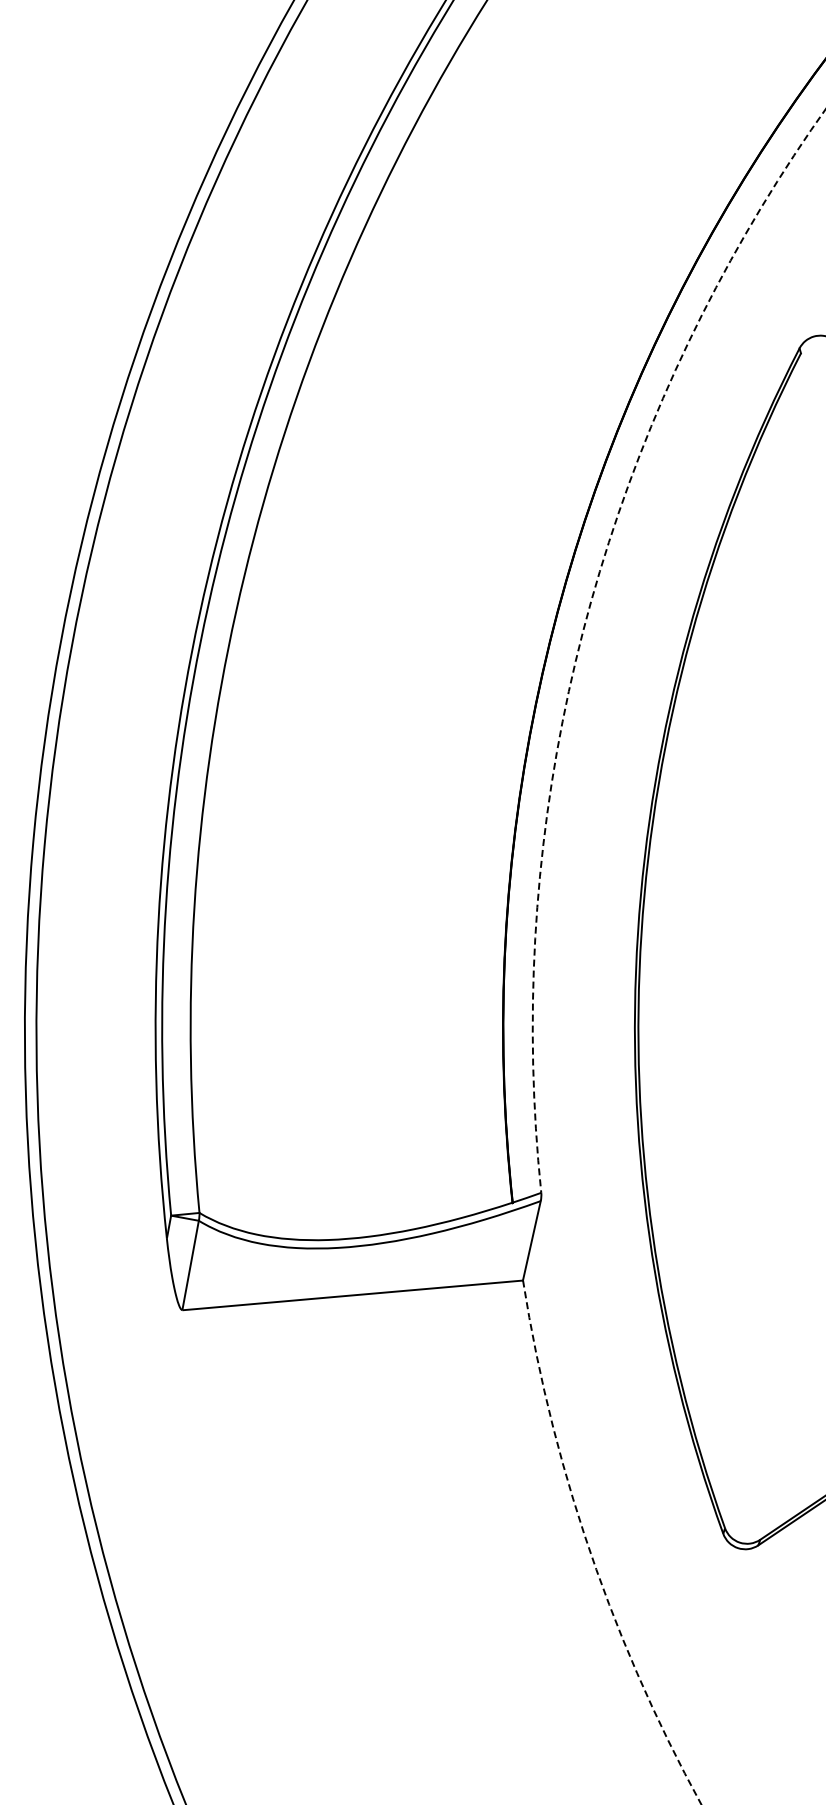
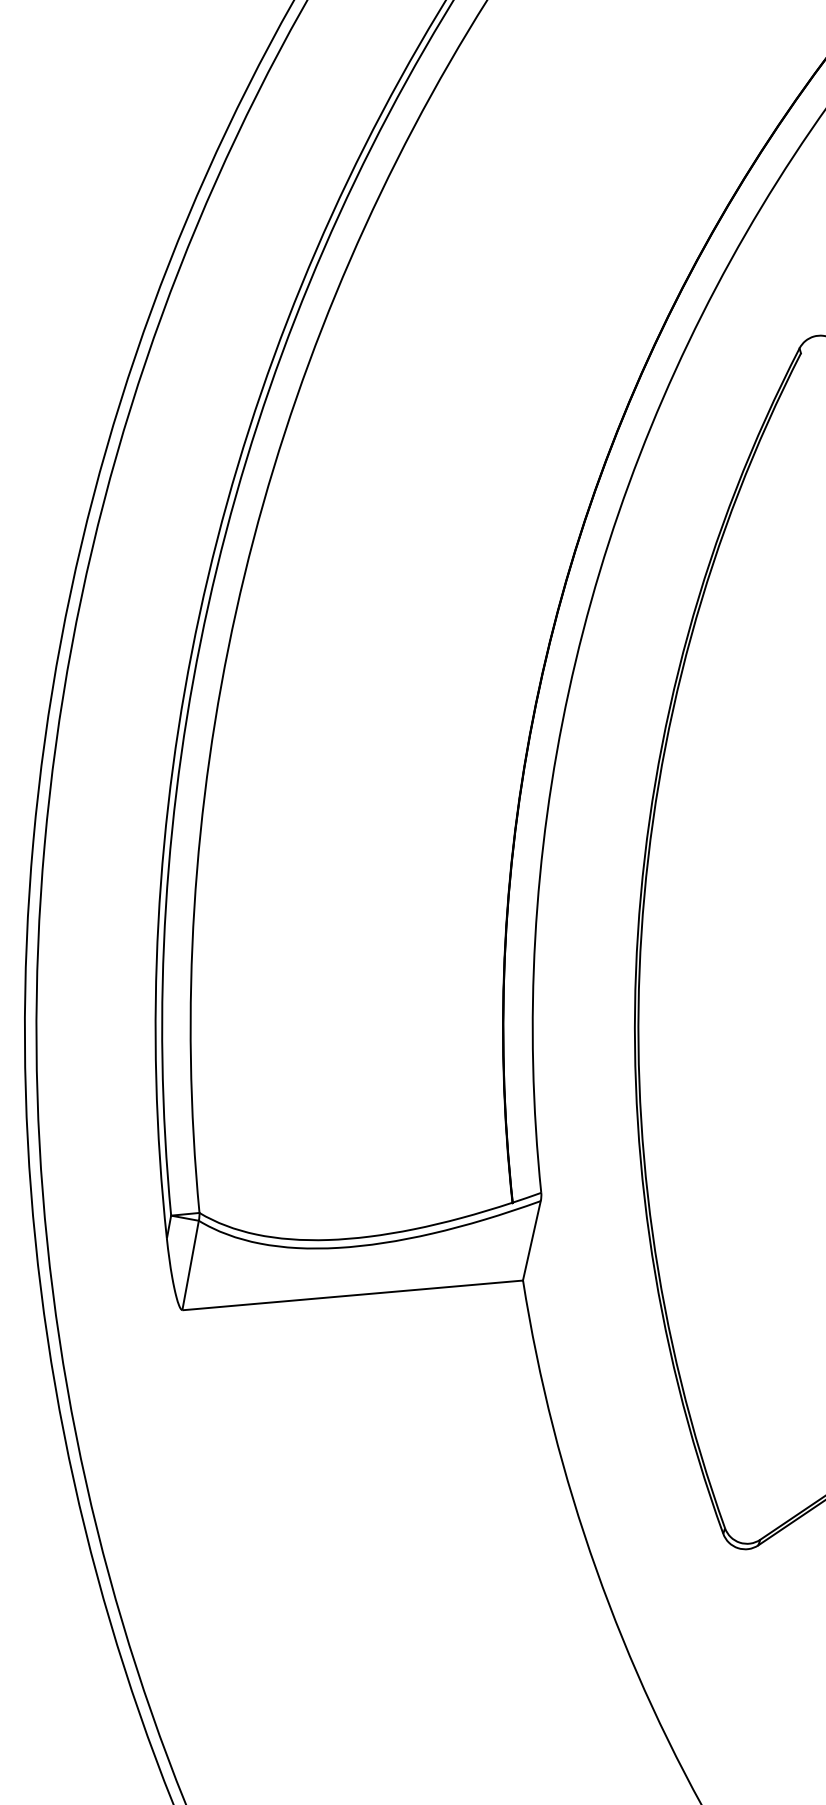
arc at (584, 627): dashed -> solid
arc at (589, 1550): dashed -> solid
